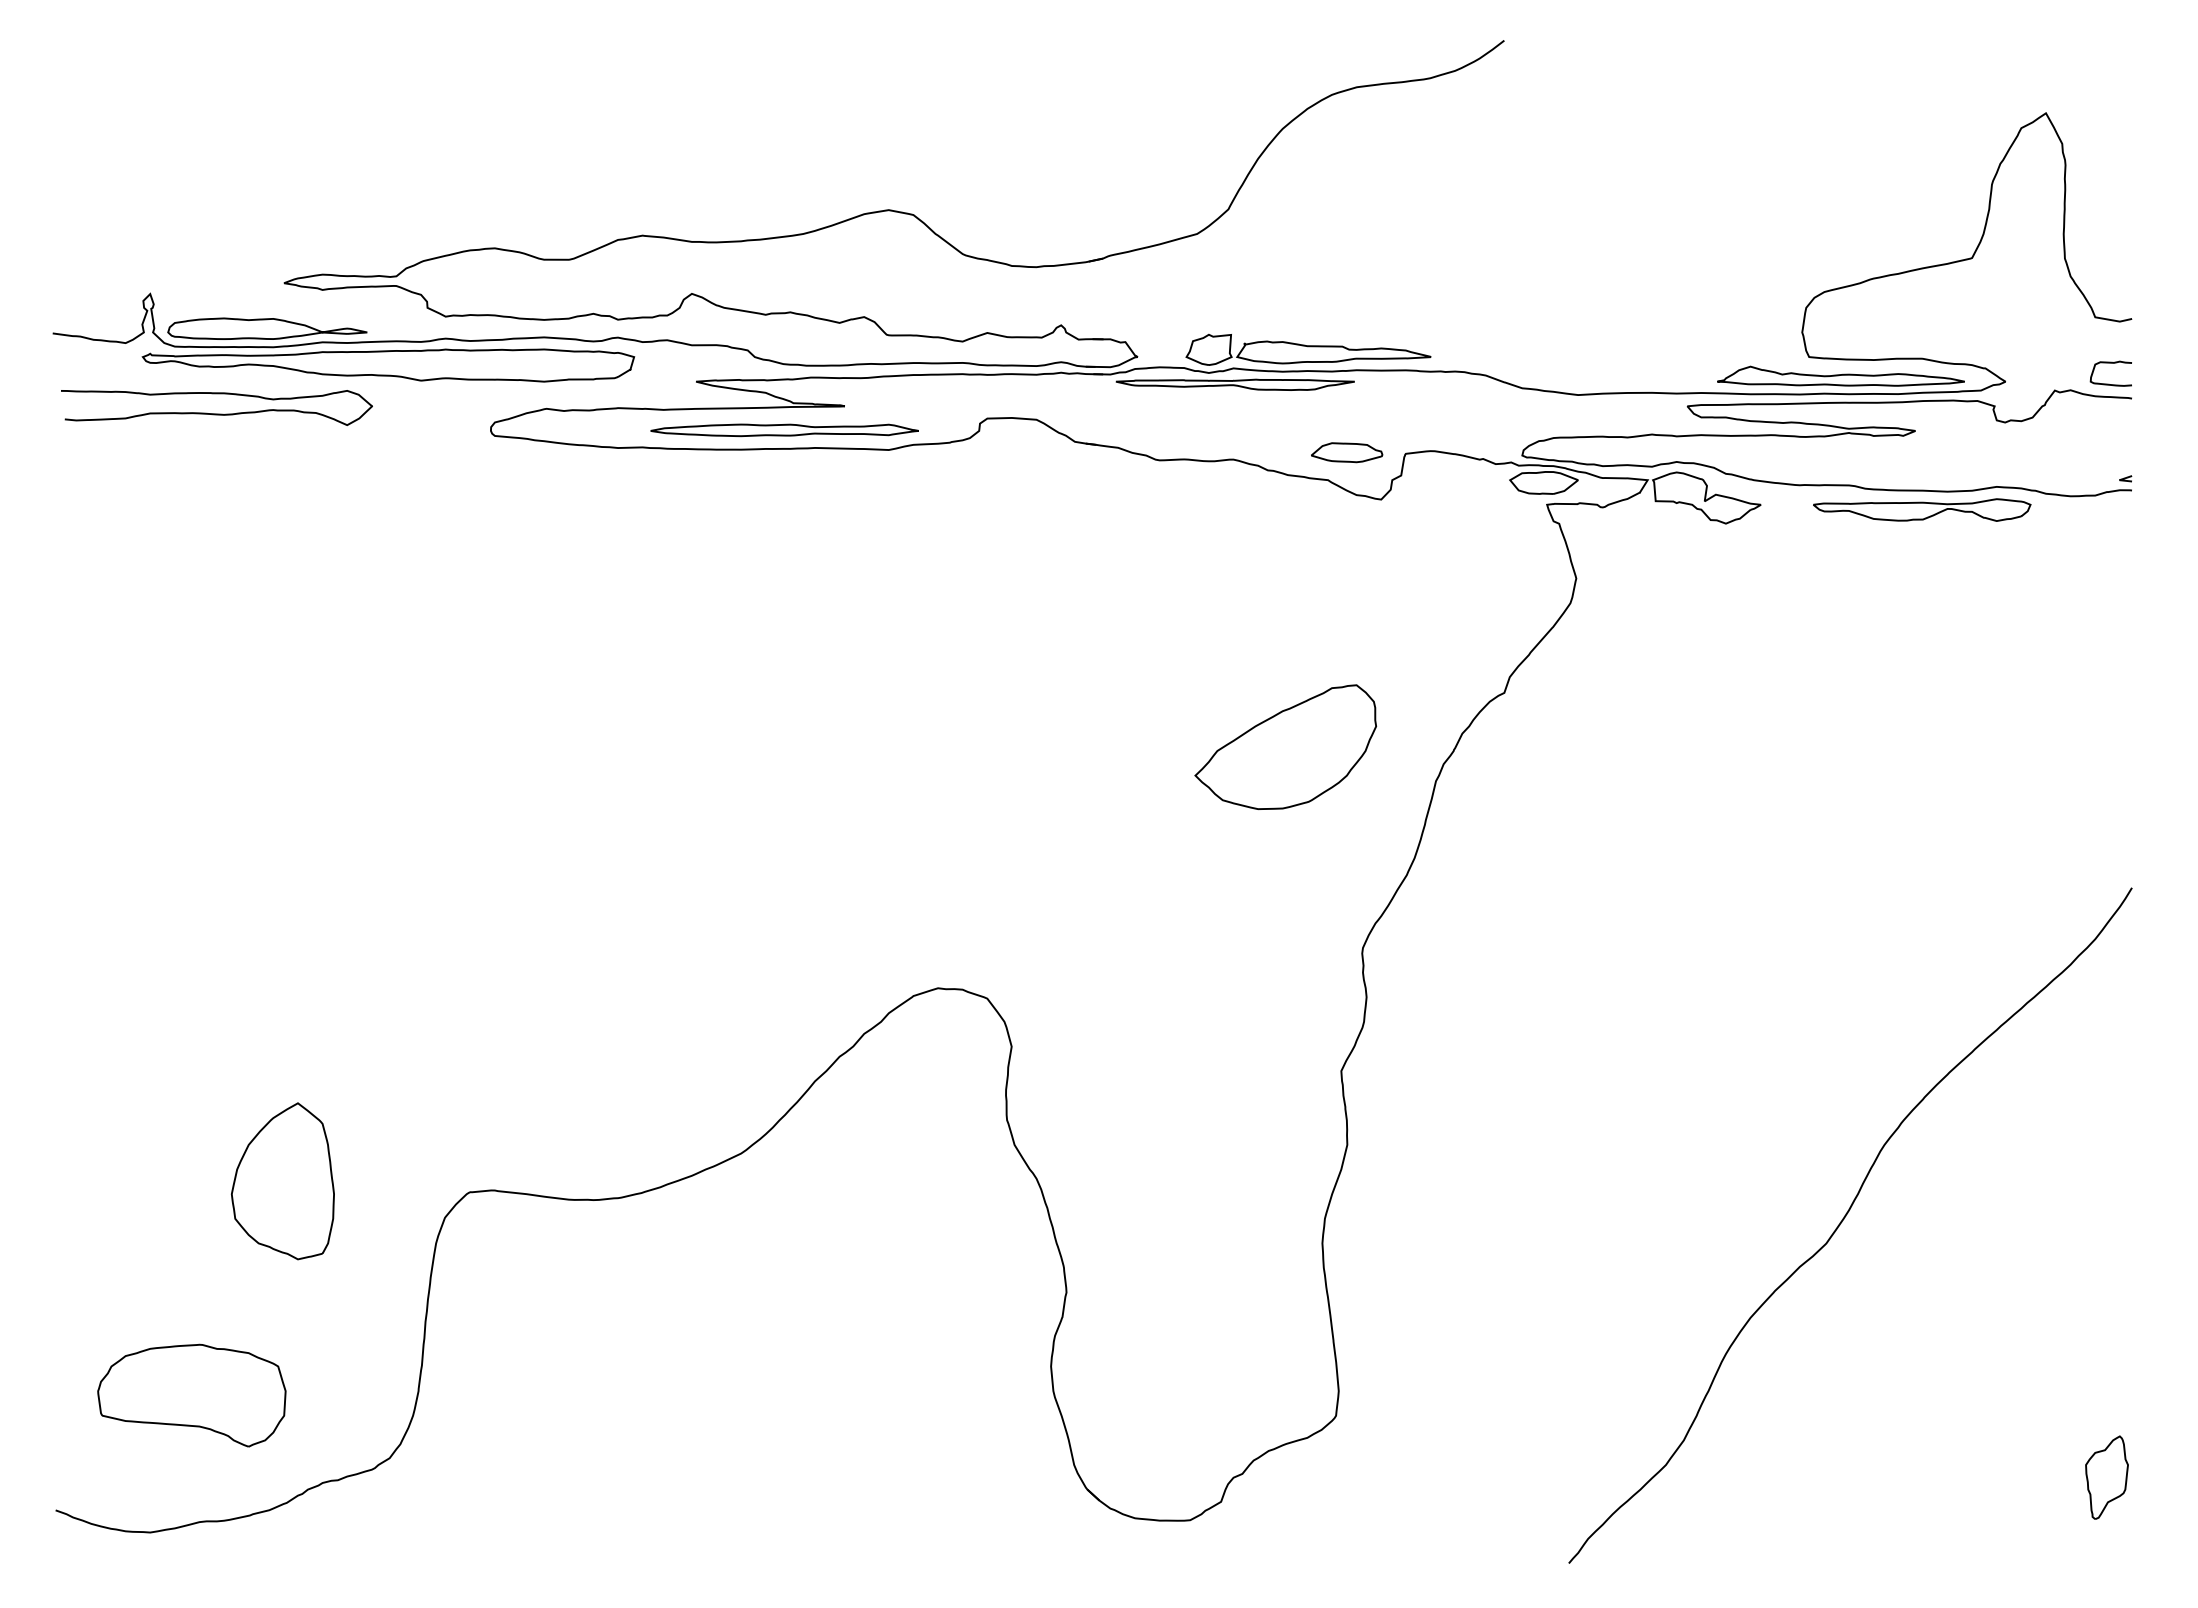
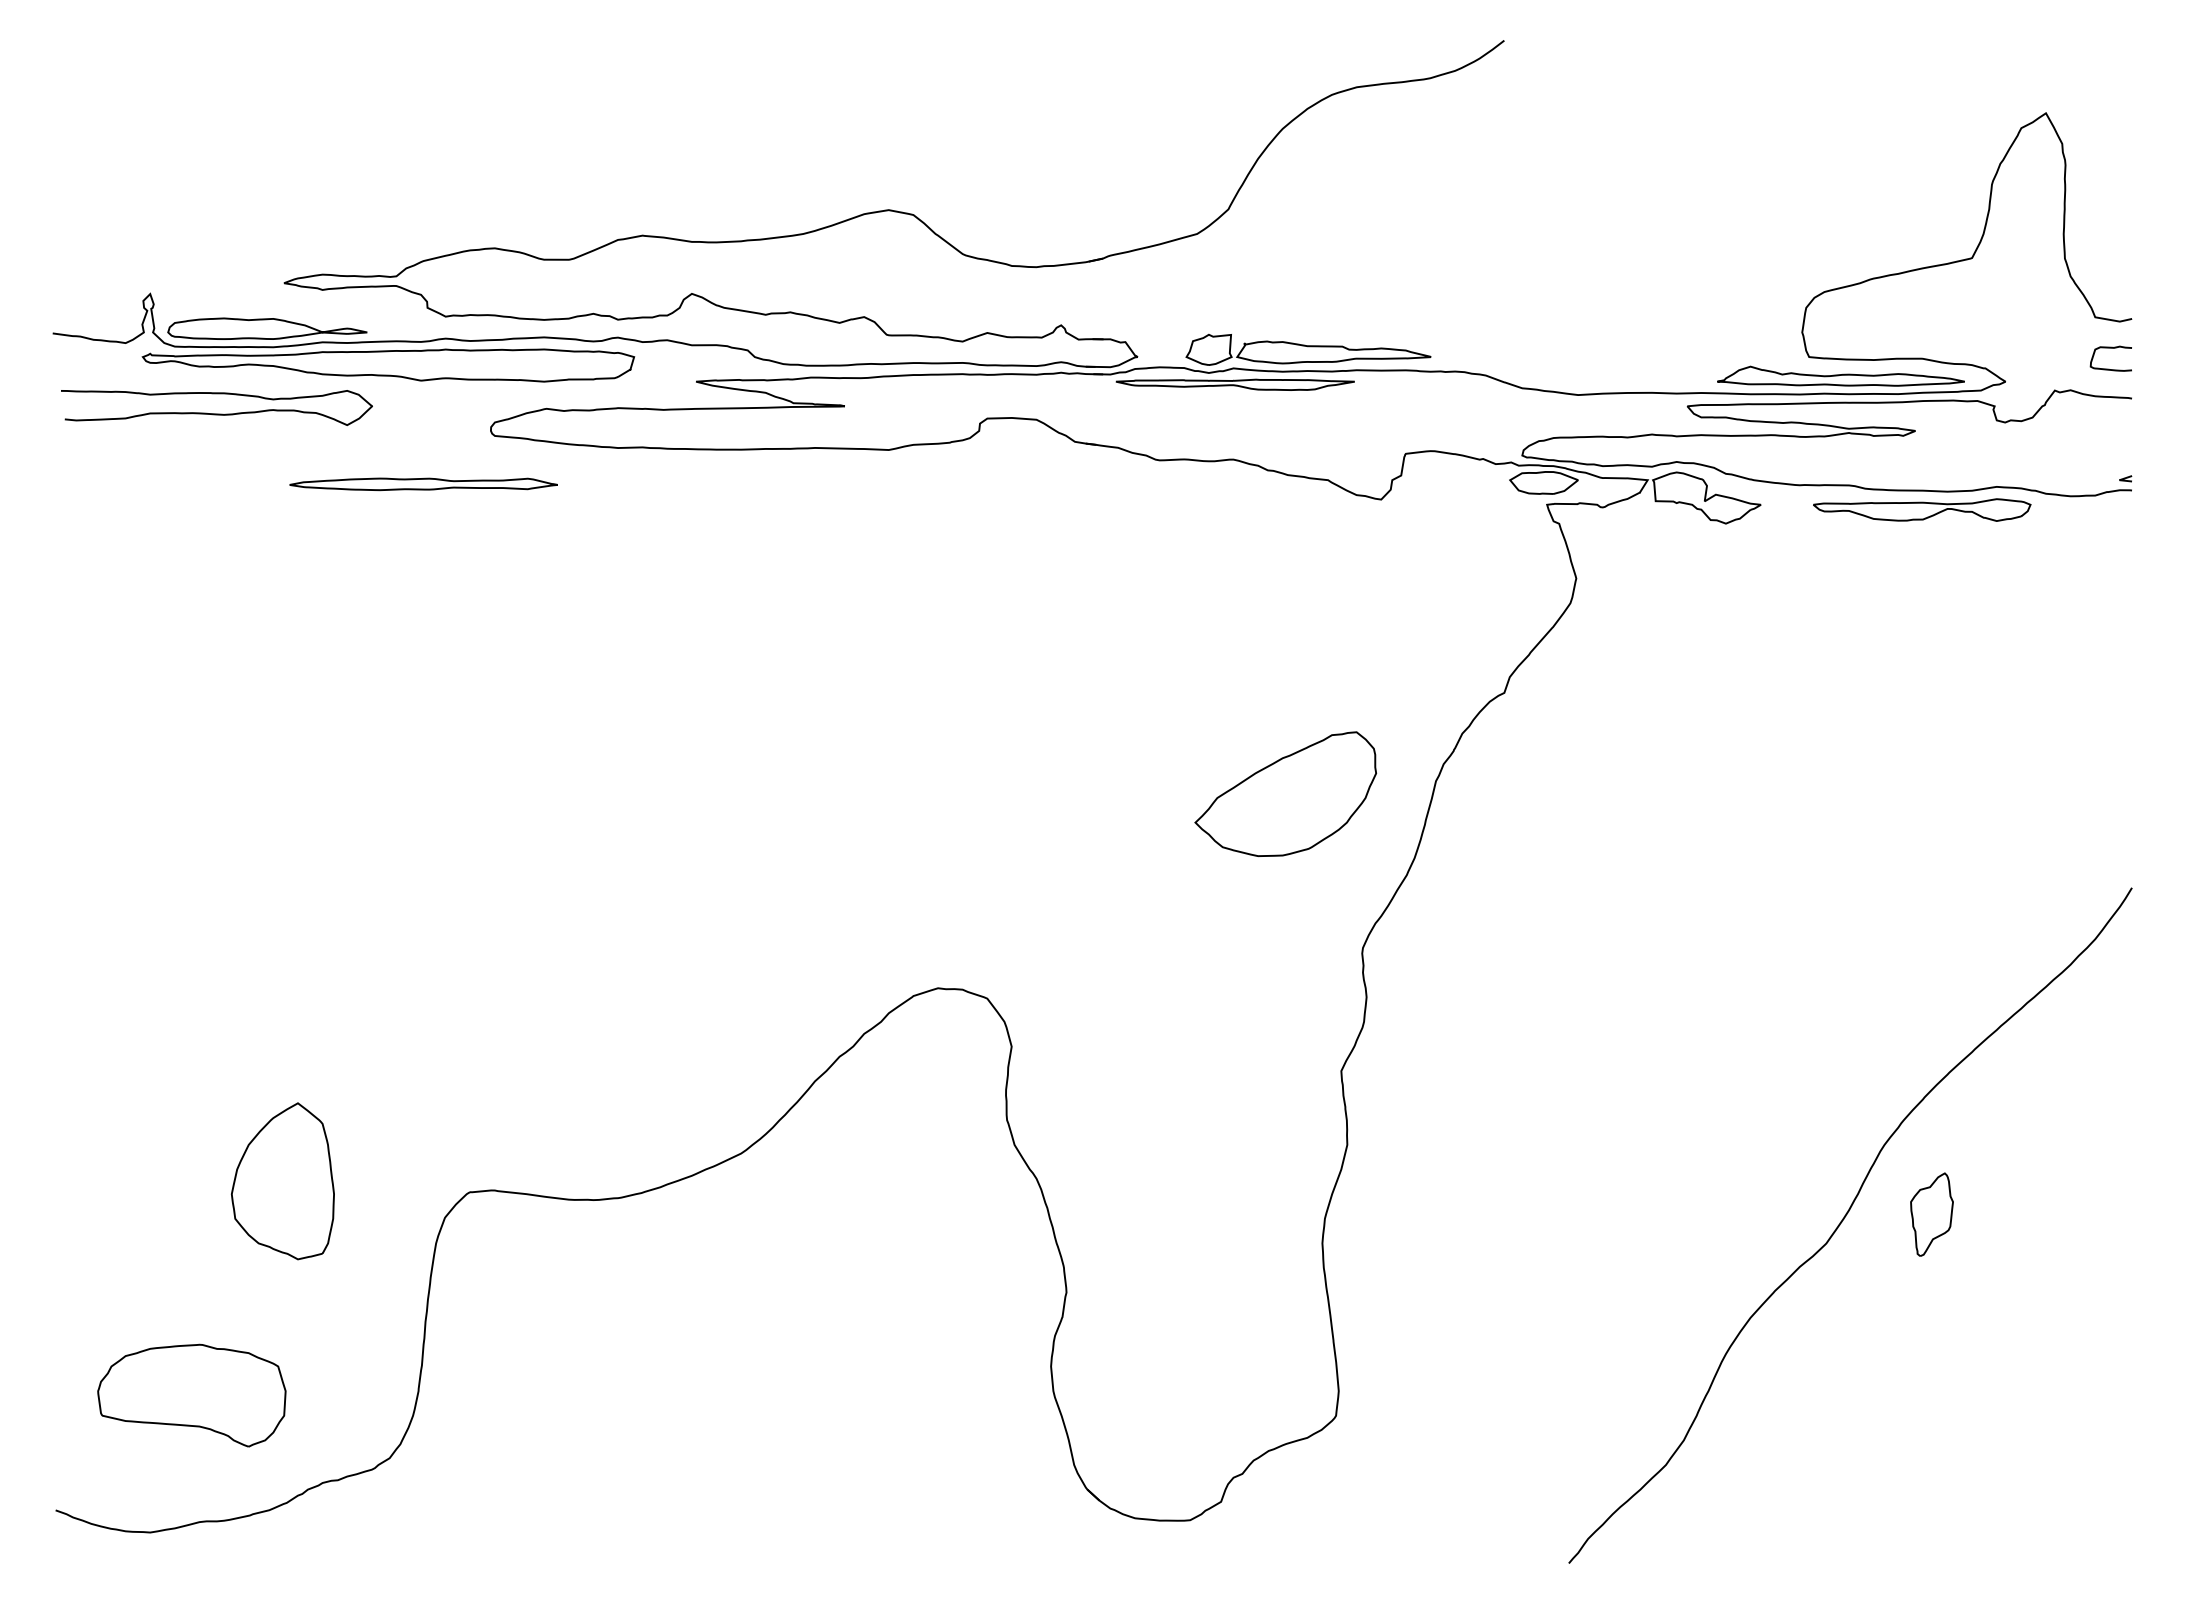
curve at (2110, 363) position: (2110, 363) -> (2110, 348)
part at (784, 430) position: (784, 430) -> (423, 484)
part at (1347, 452): present -> none
part at (1285, 746) position: (1285, 746) -> (1285, 793)
part at (2106, 1477) position: (2106, 1477) -> (1931, 1214)
